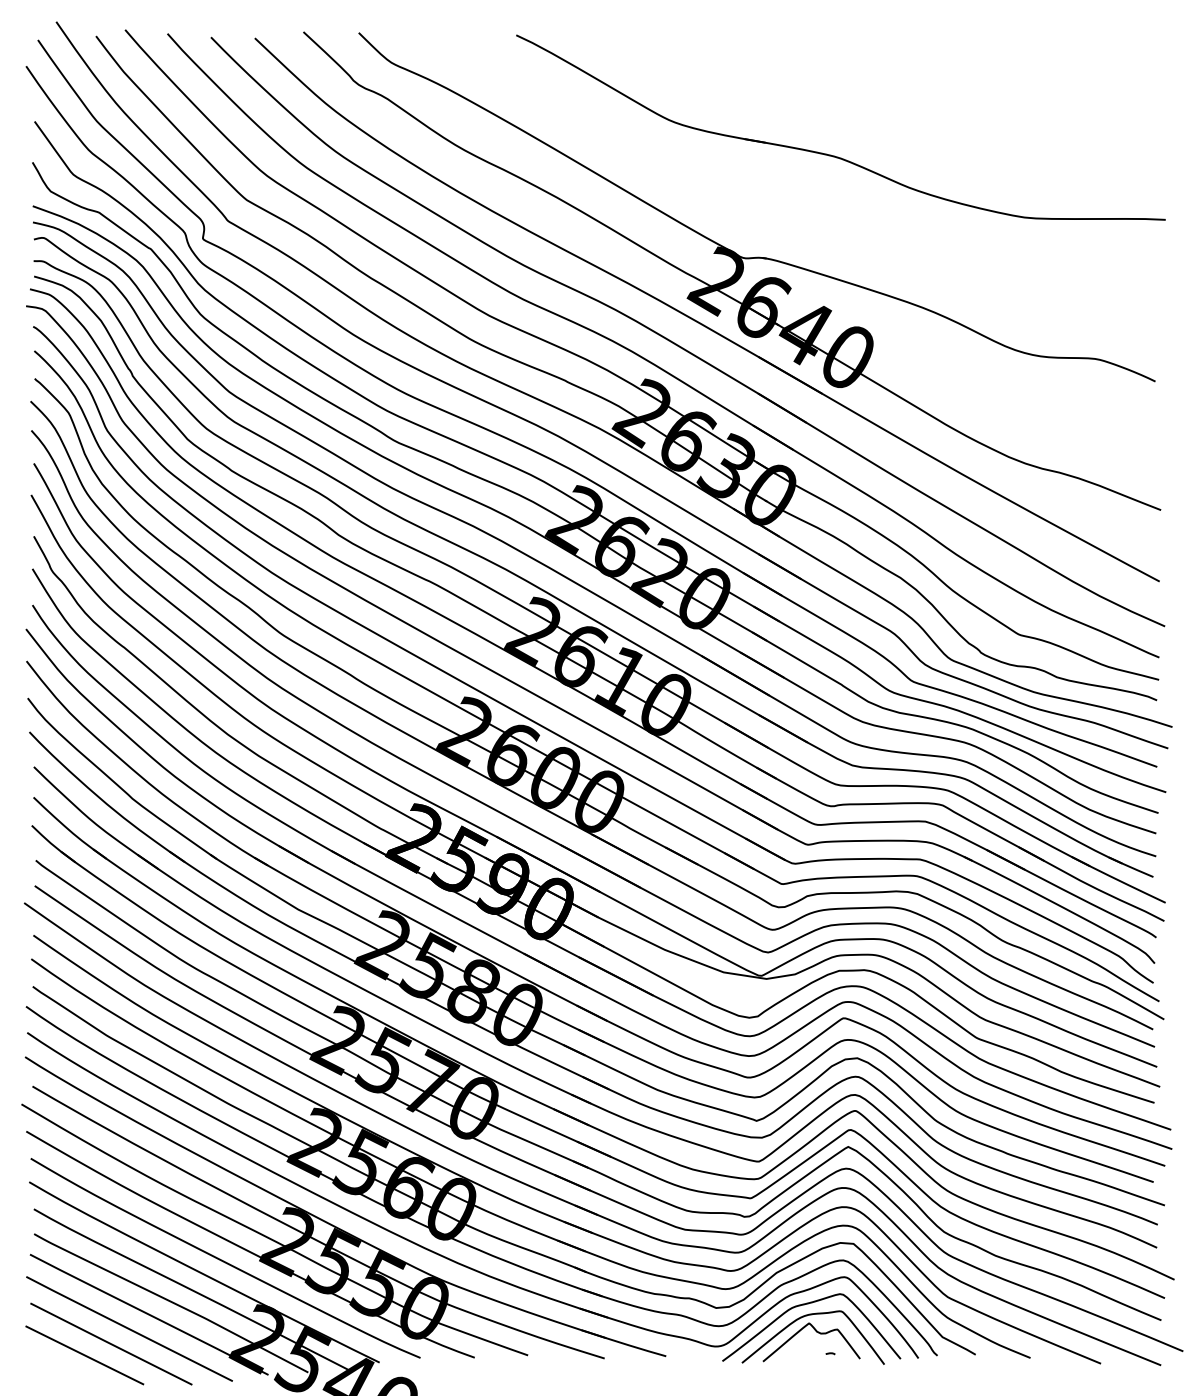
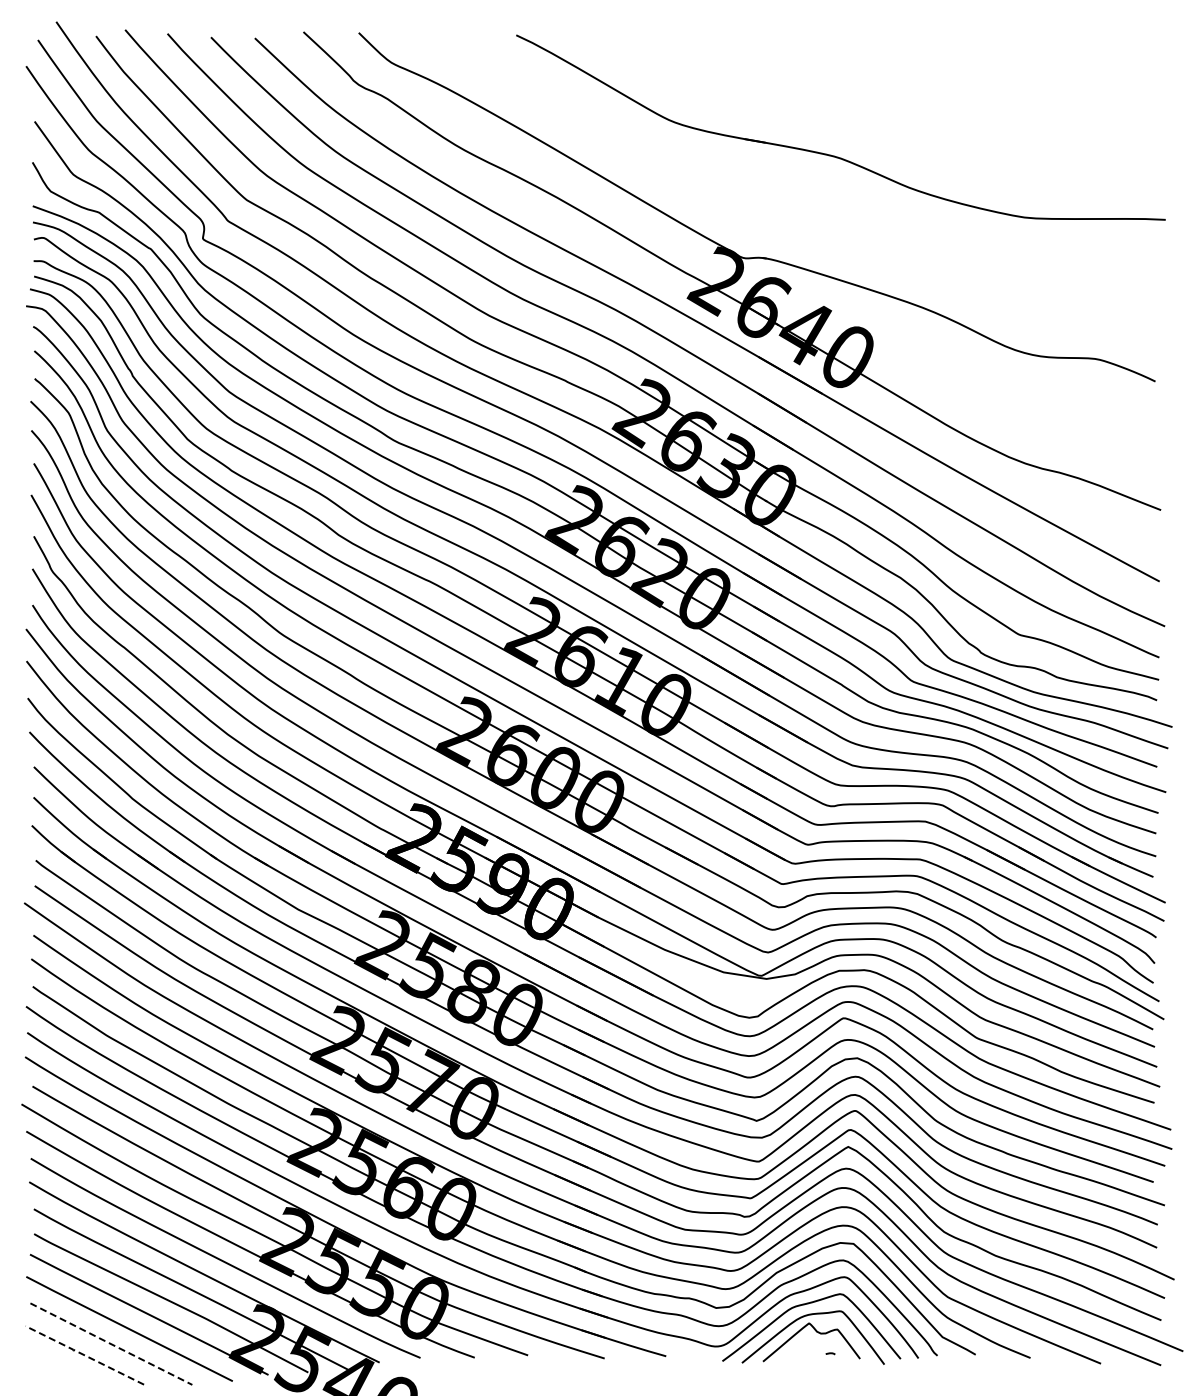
line at (111, 1344): solid -> dashed
line at (83, 1354): solid -> dashed
